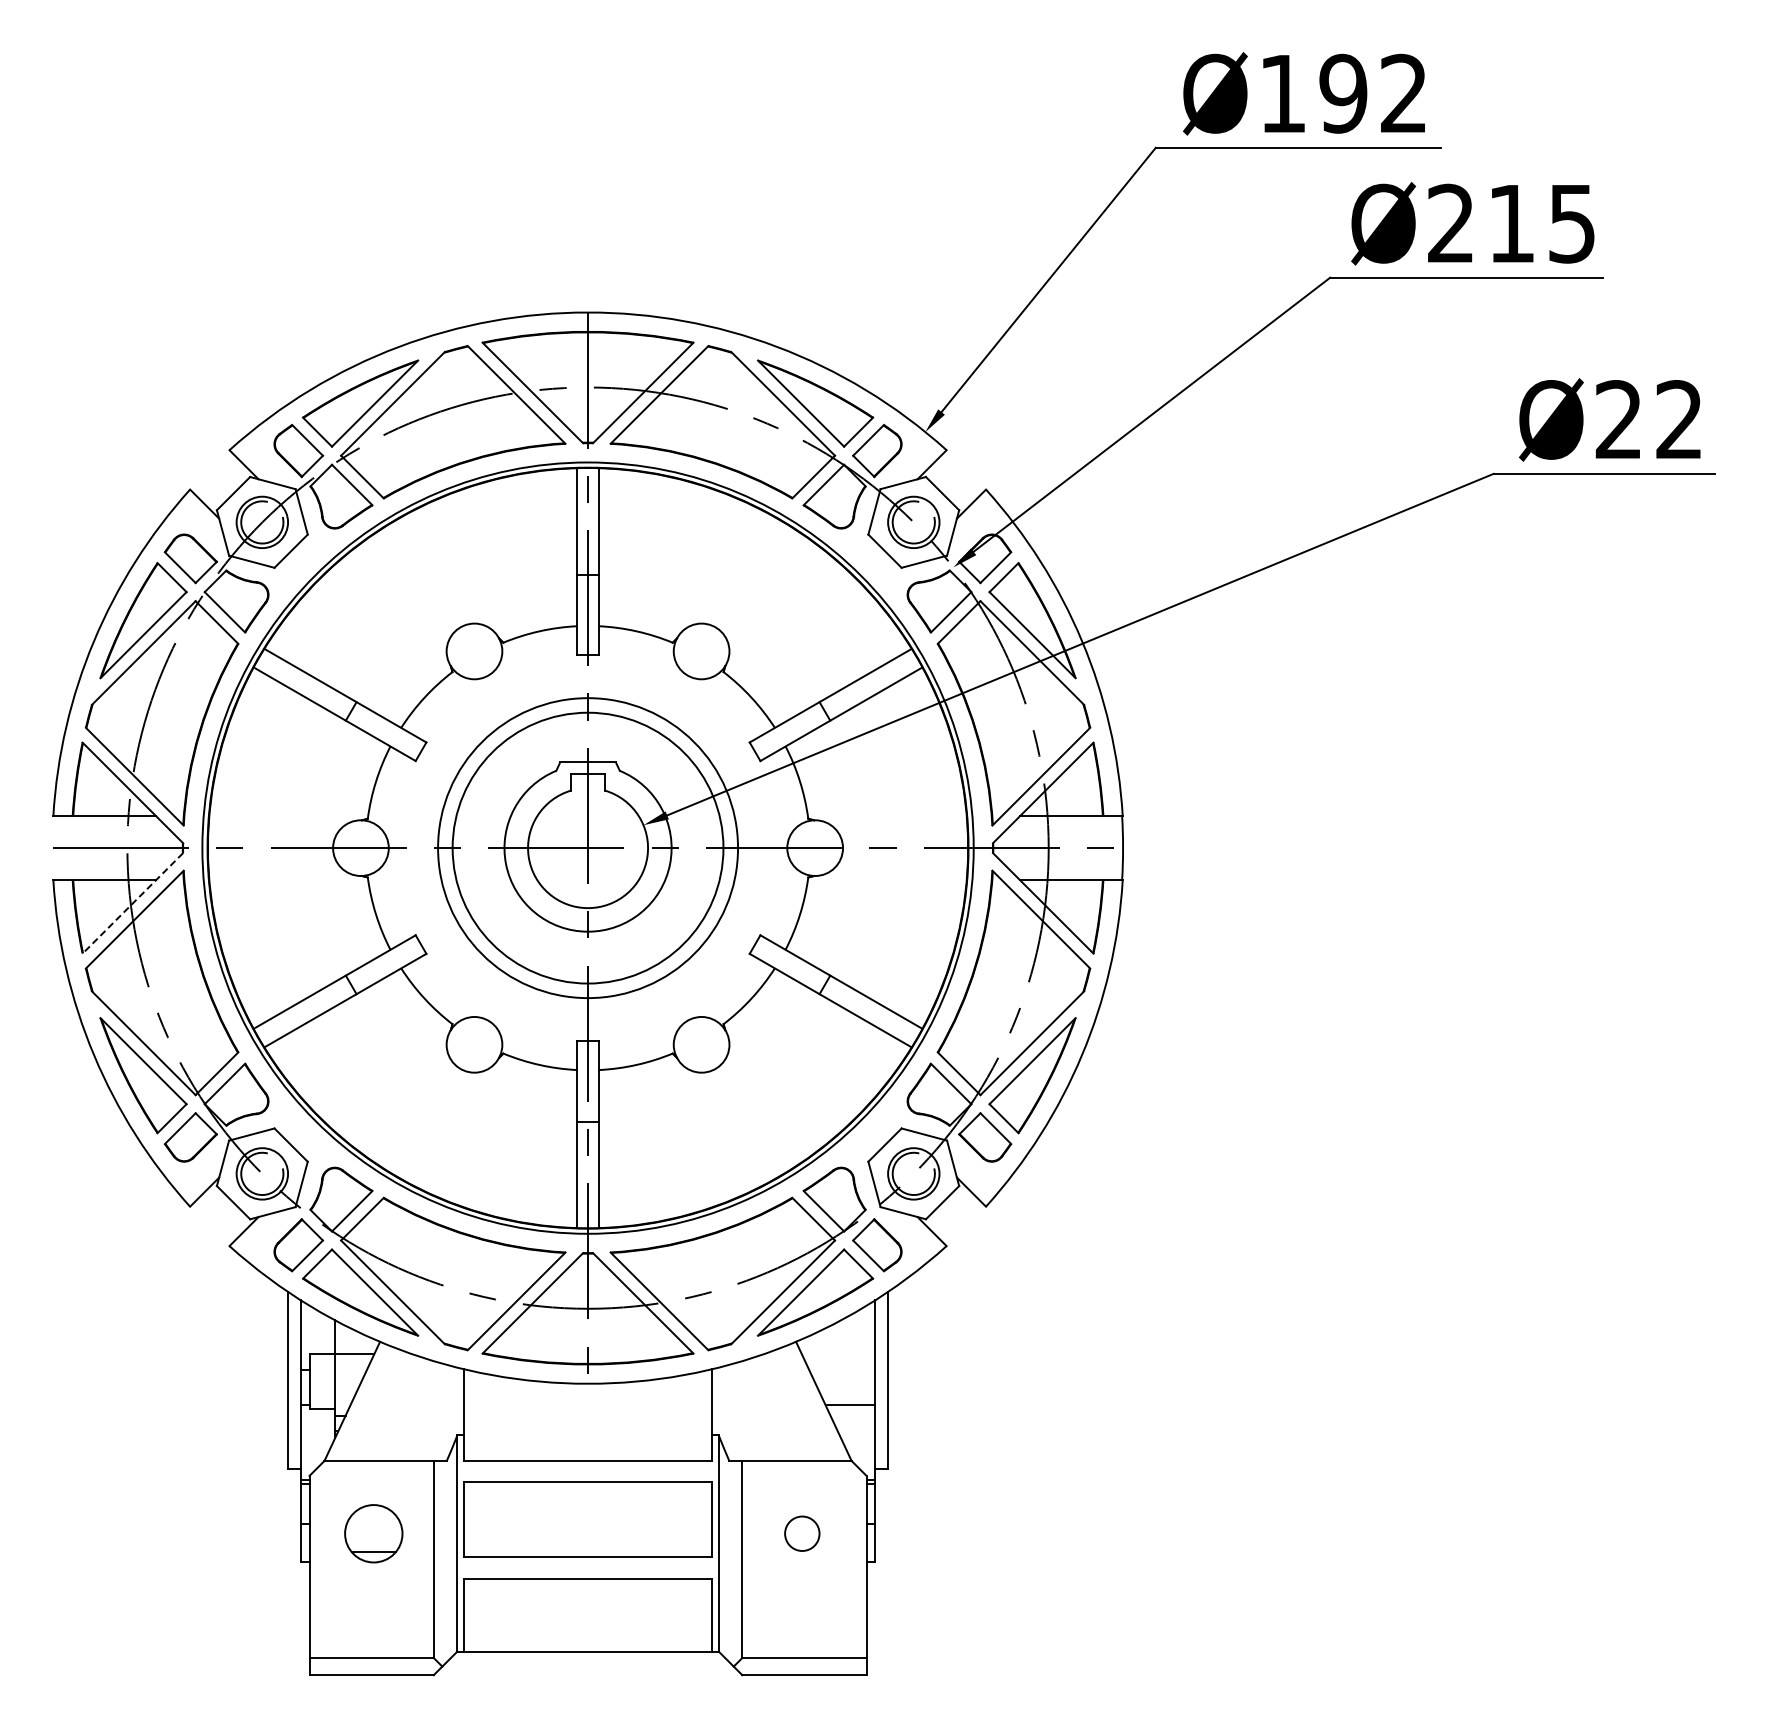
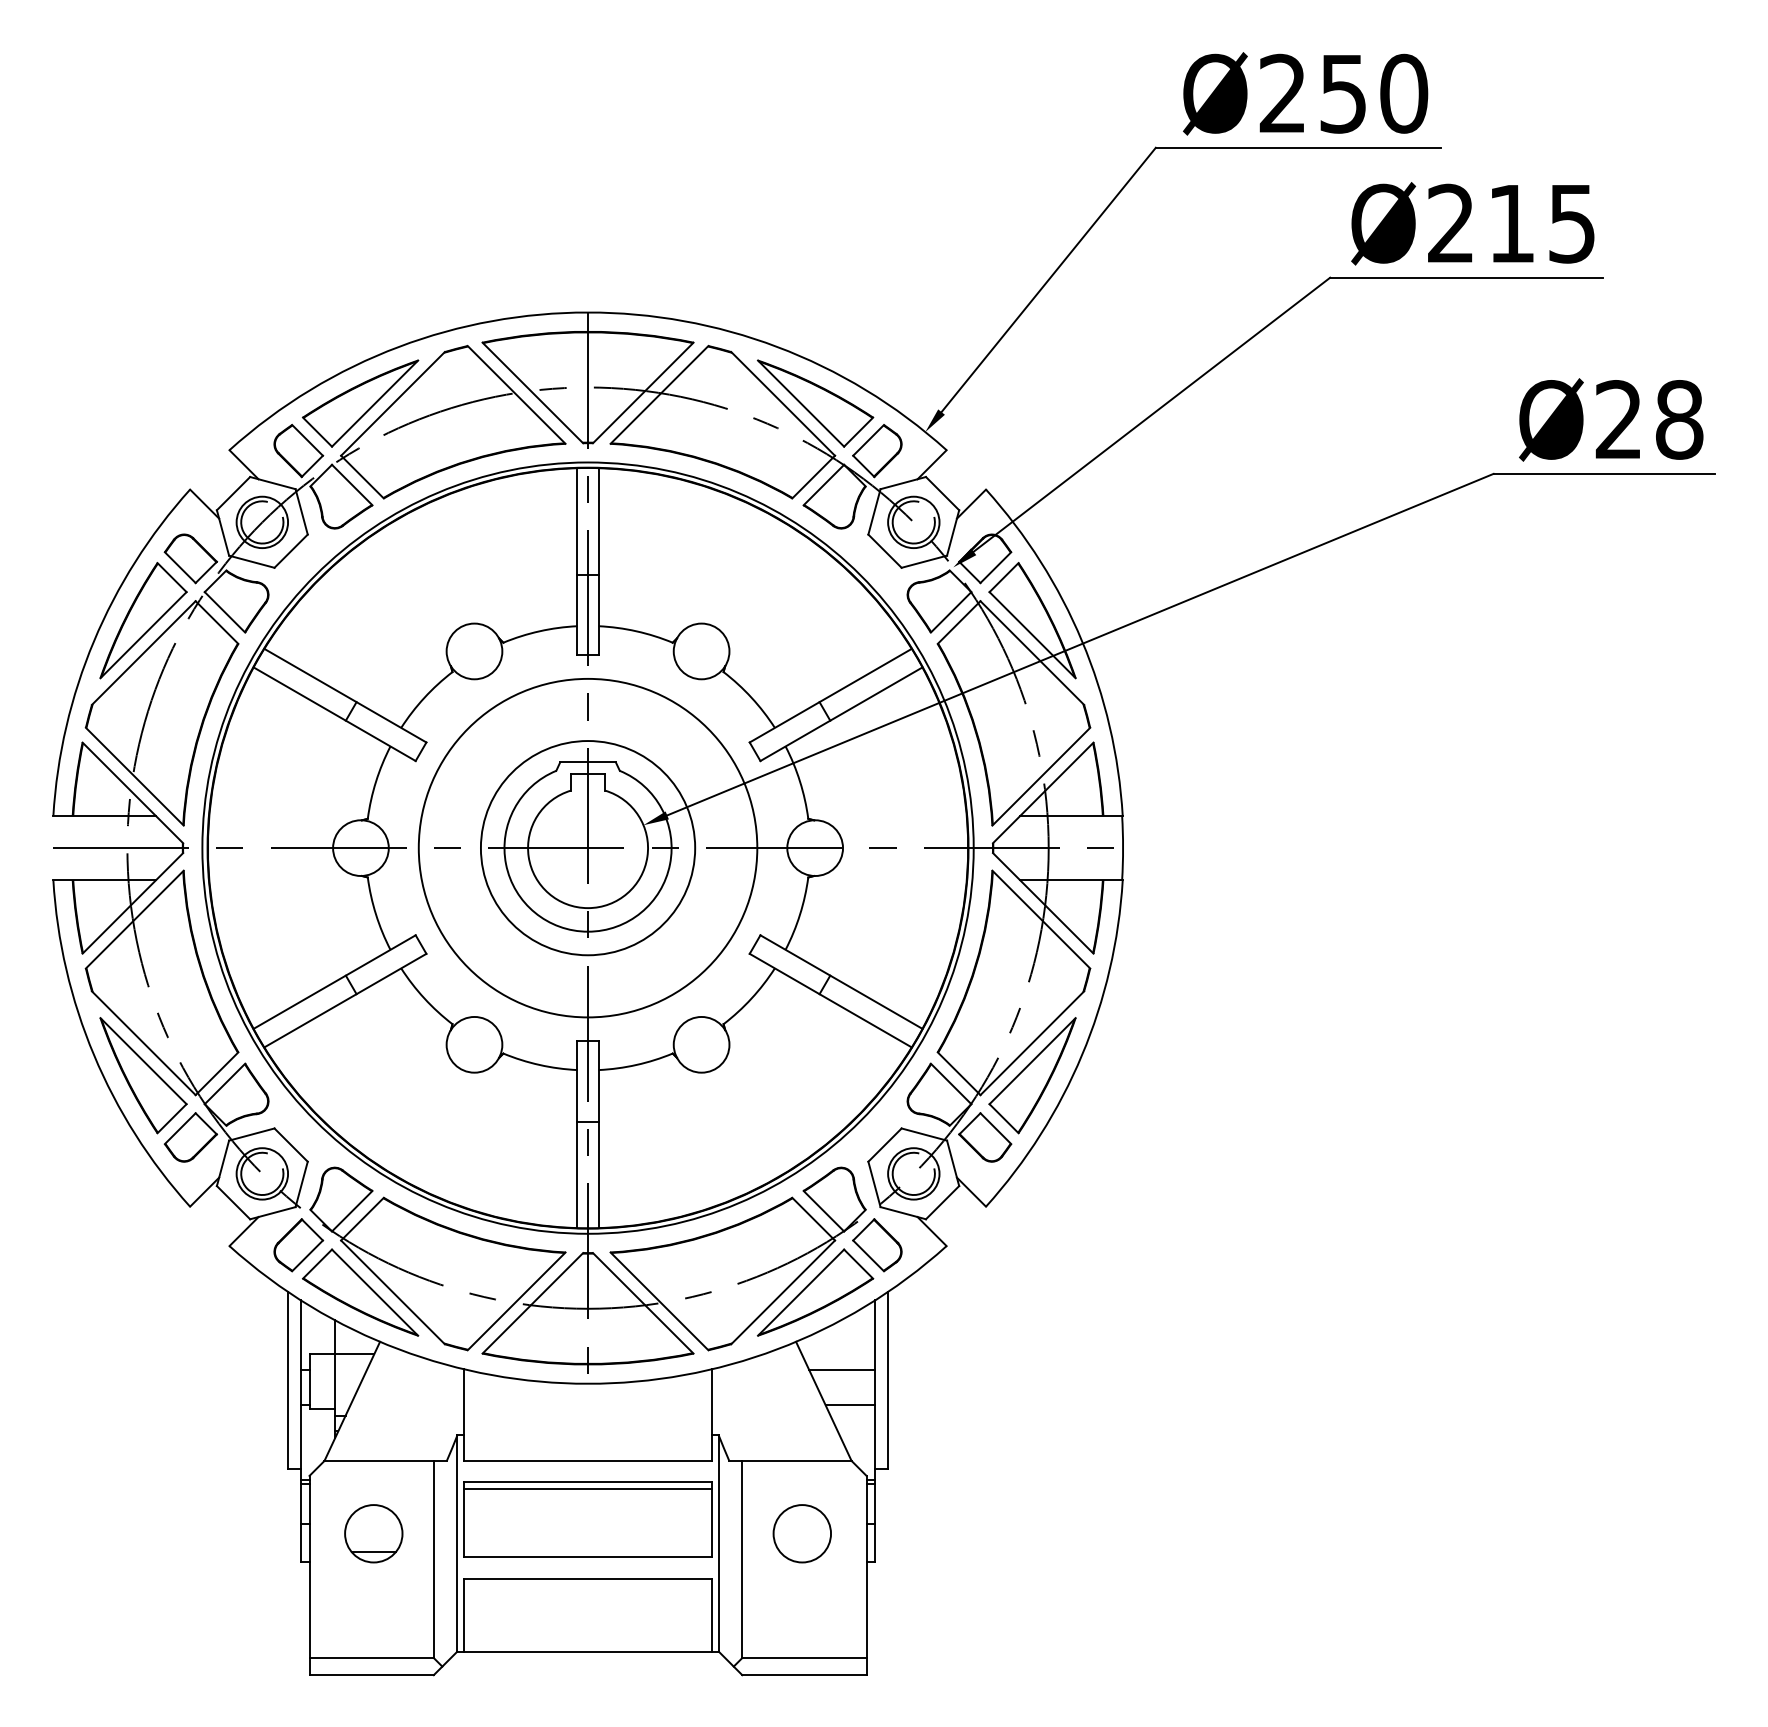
text at (1343, 93): Ø192 -> Ø250
text at (1679, 419): Ø22 -> Ø28
circle at (587, 847) diameter: 271 px -> 339 px
circle at (588, 848) diameter: 300 px -> 214 px
line at (132, 903): dashed -> solid
line at (842, 1370): none -> present
line at (587, 1488): none -> present
circle at (802, 1533) diameter: 34 px -> 57 px
